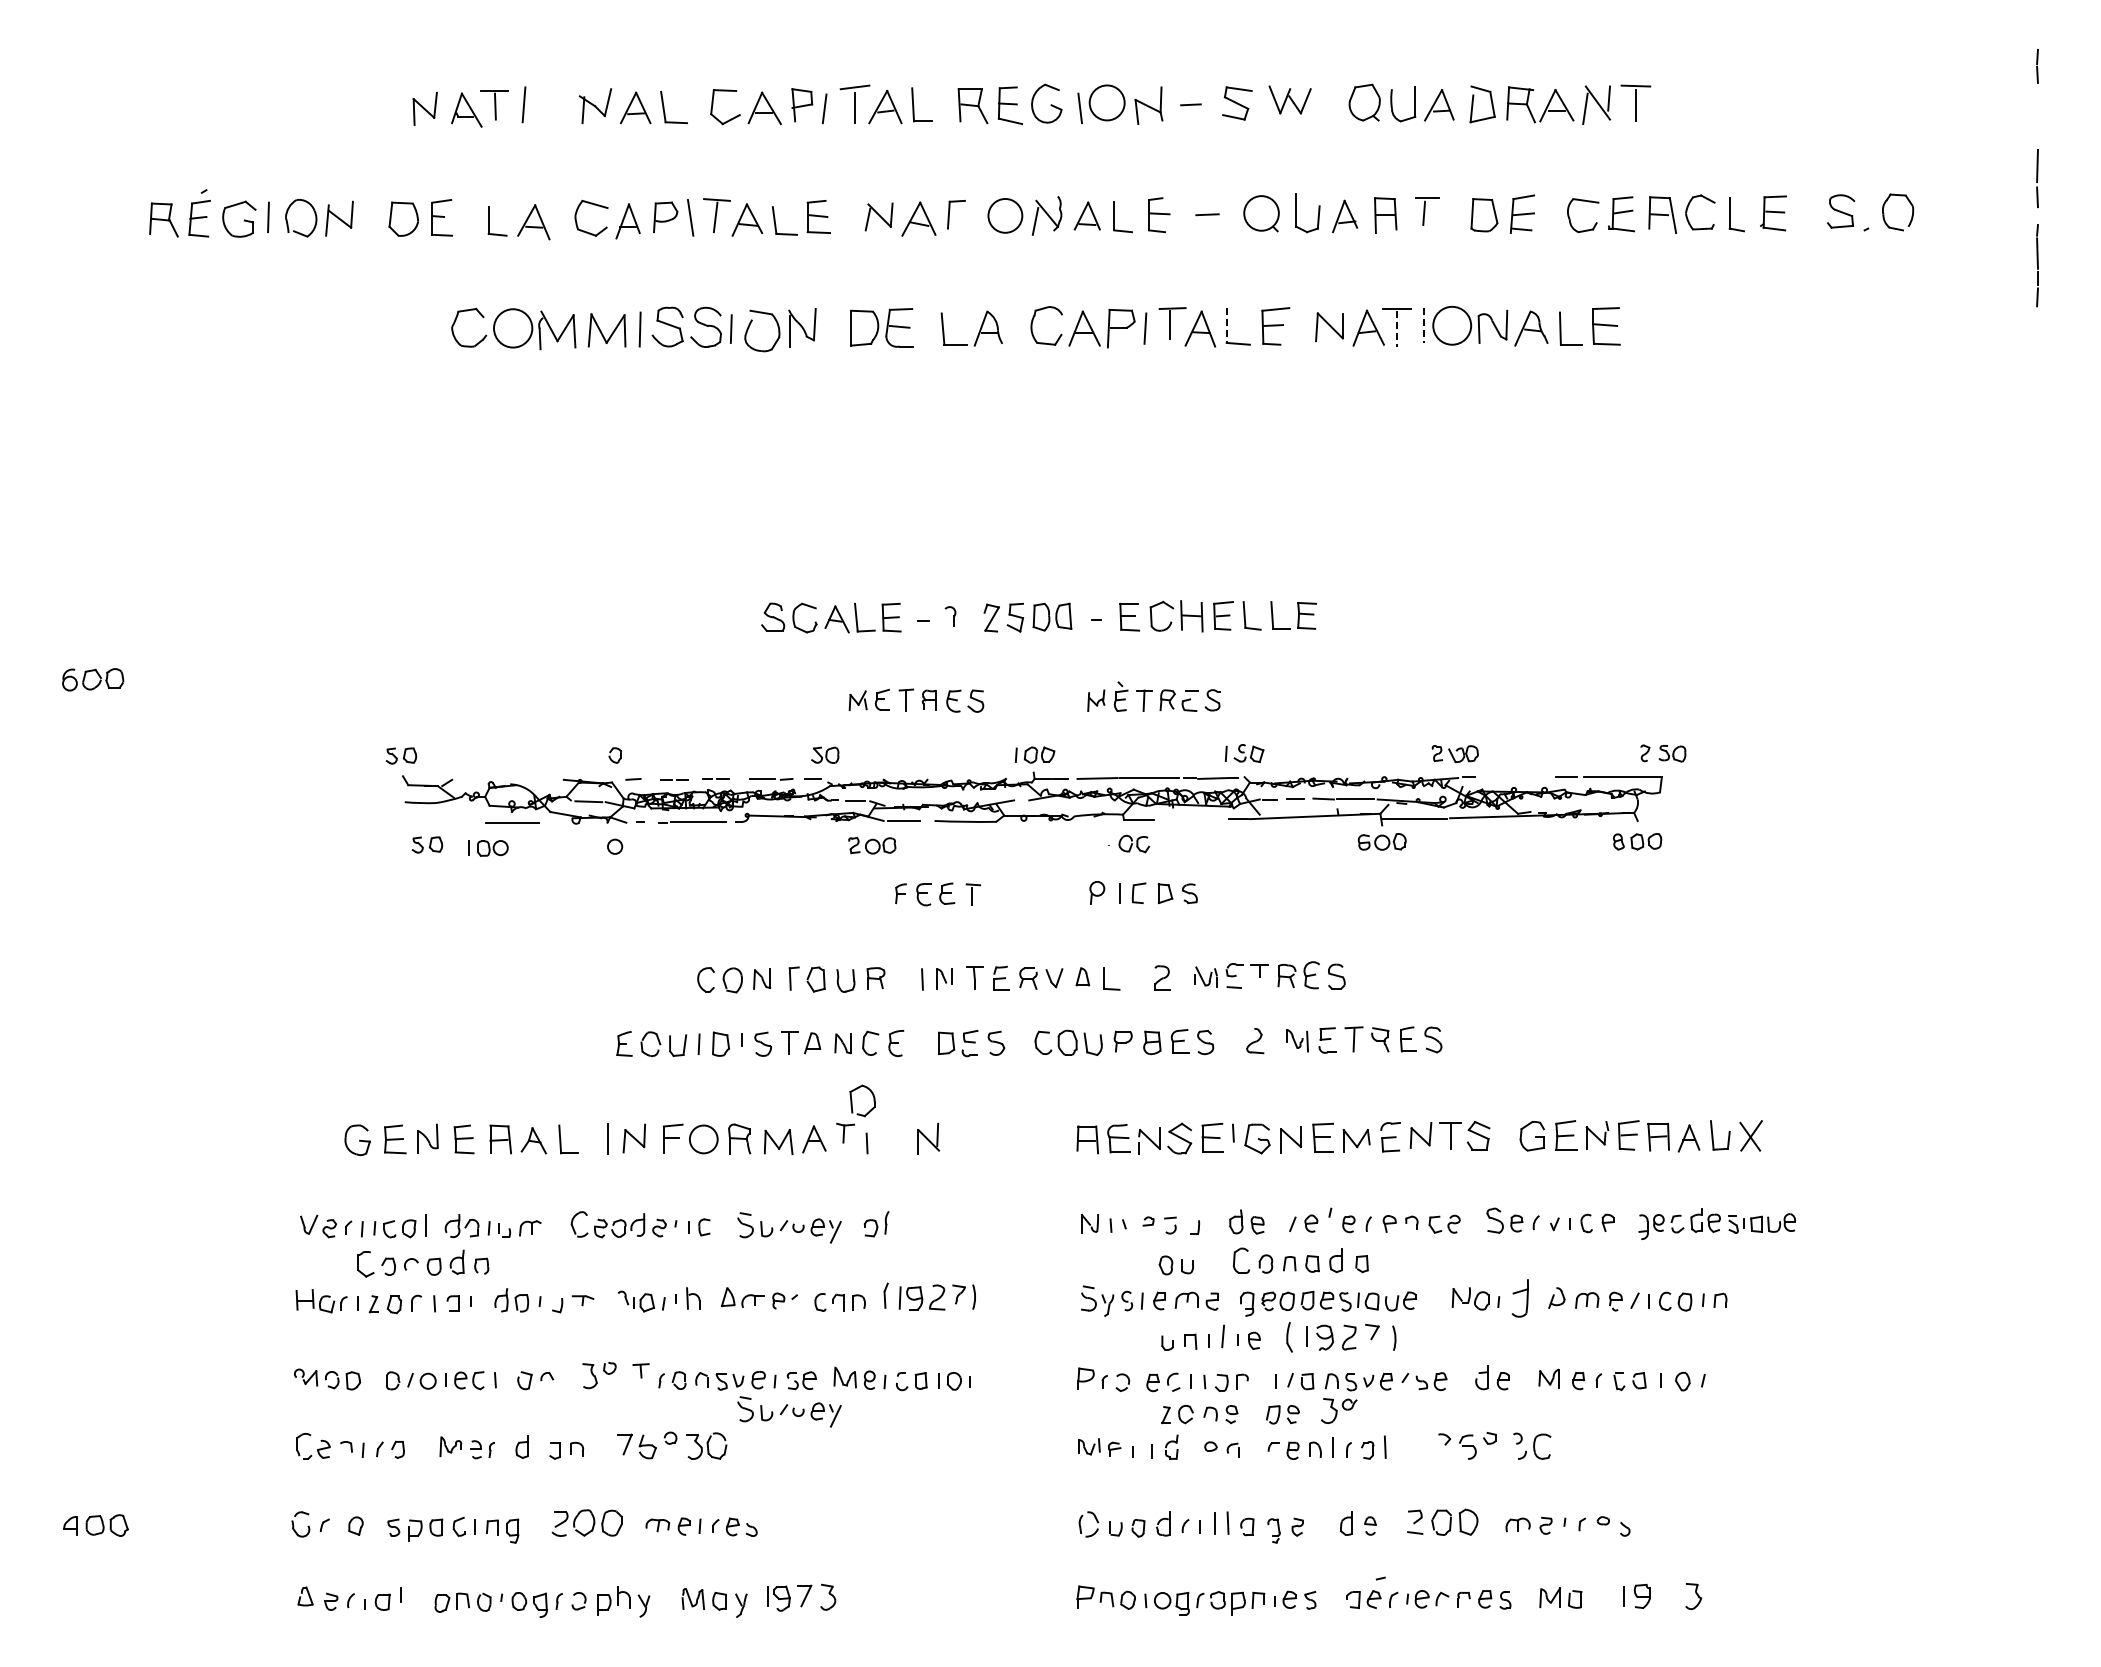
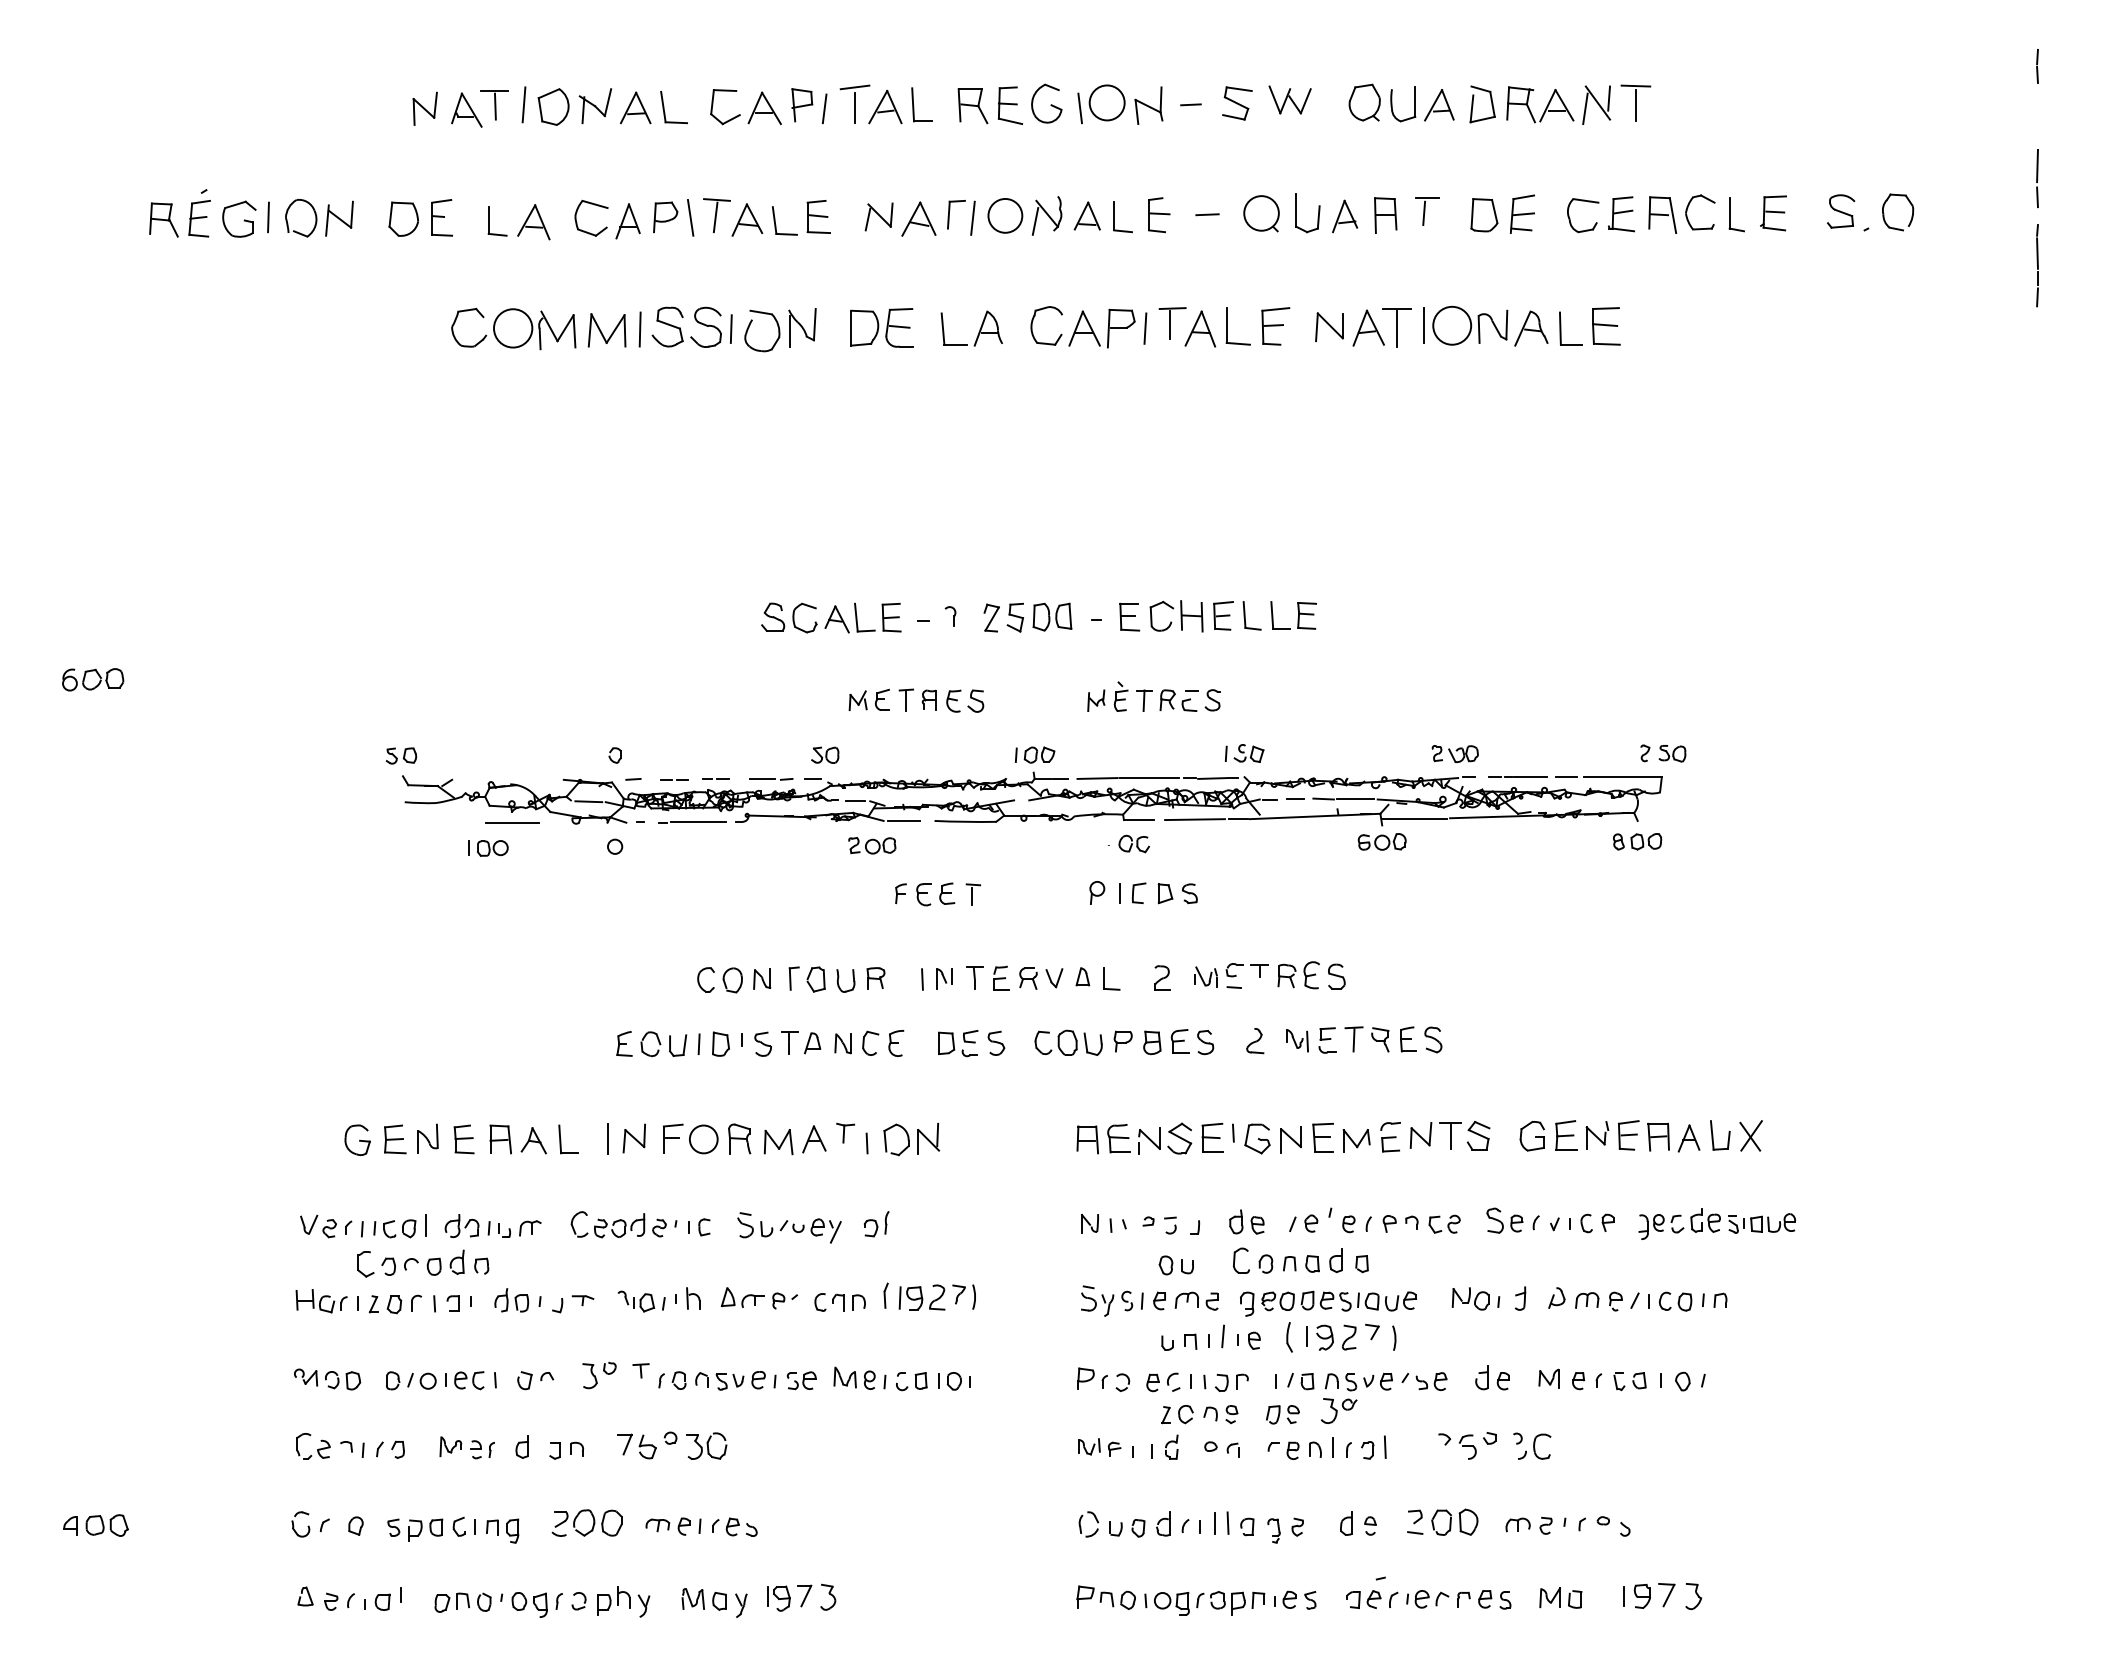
part at (553, 106): none -> present
line at (972, 217): none -> present
line at (1226, 326): dashed -> solid
line at (1424, 326): dashed -> solid
line at (1397, 328): dashed -> solid
line at (1517, 776): none -> present
line at (1194, 819): none -> present
part at (427, 844): present -> none
part at (852, 1100) position: (852, 1100) -> (886, 1139)
part at (1519, 1298) size: 18x39 px -> 13x25 px
part at (789, 1411): present -> none
part at (1666, 1595): none -> present
